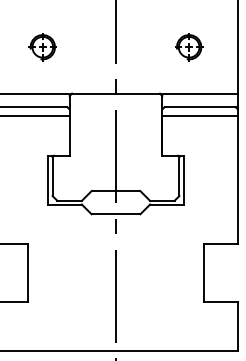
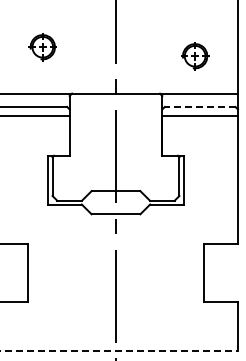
part at (189, 47) position: (189, 47) -> (195, 56)
line at (199, 107): solid -> dashed
line at (118, 350): solid -> dashed
